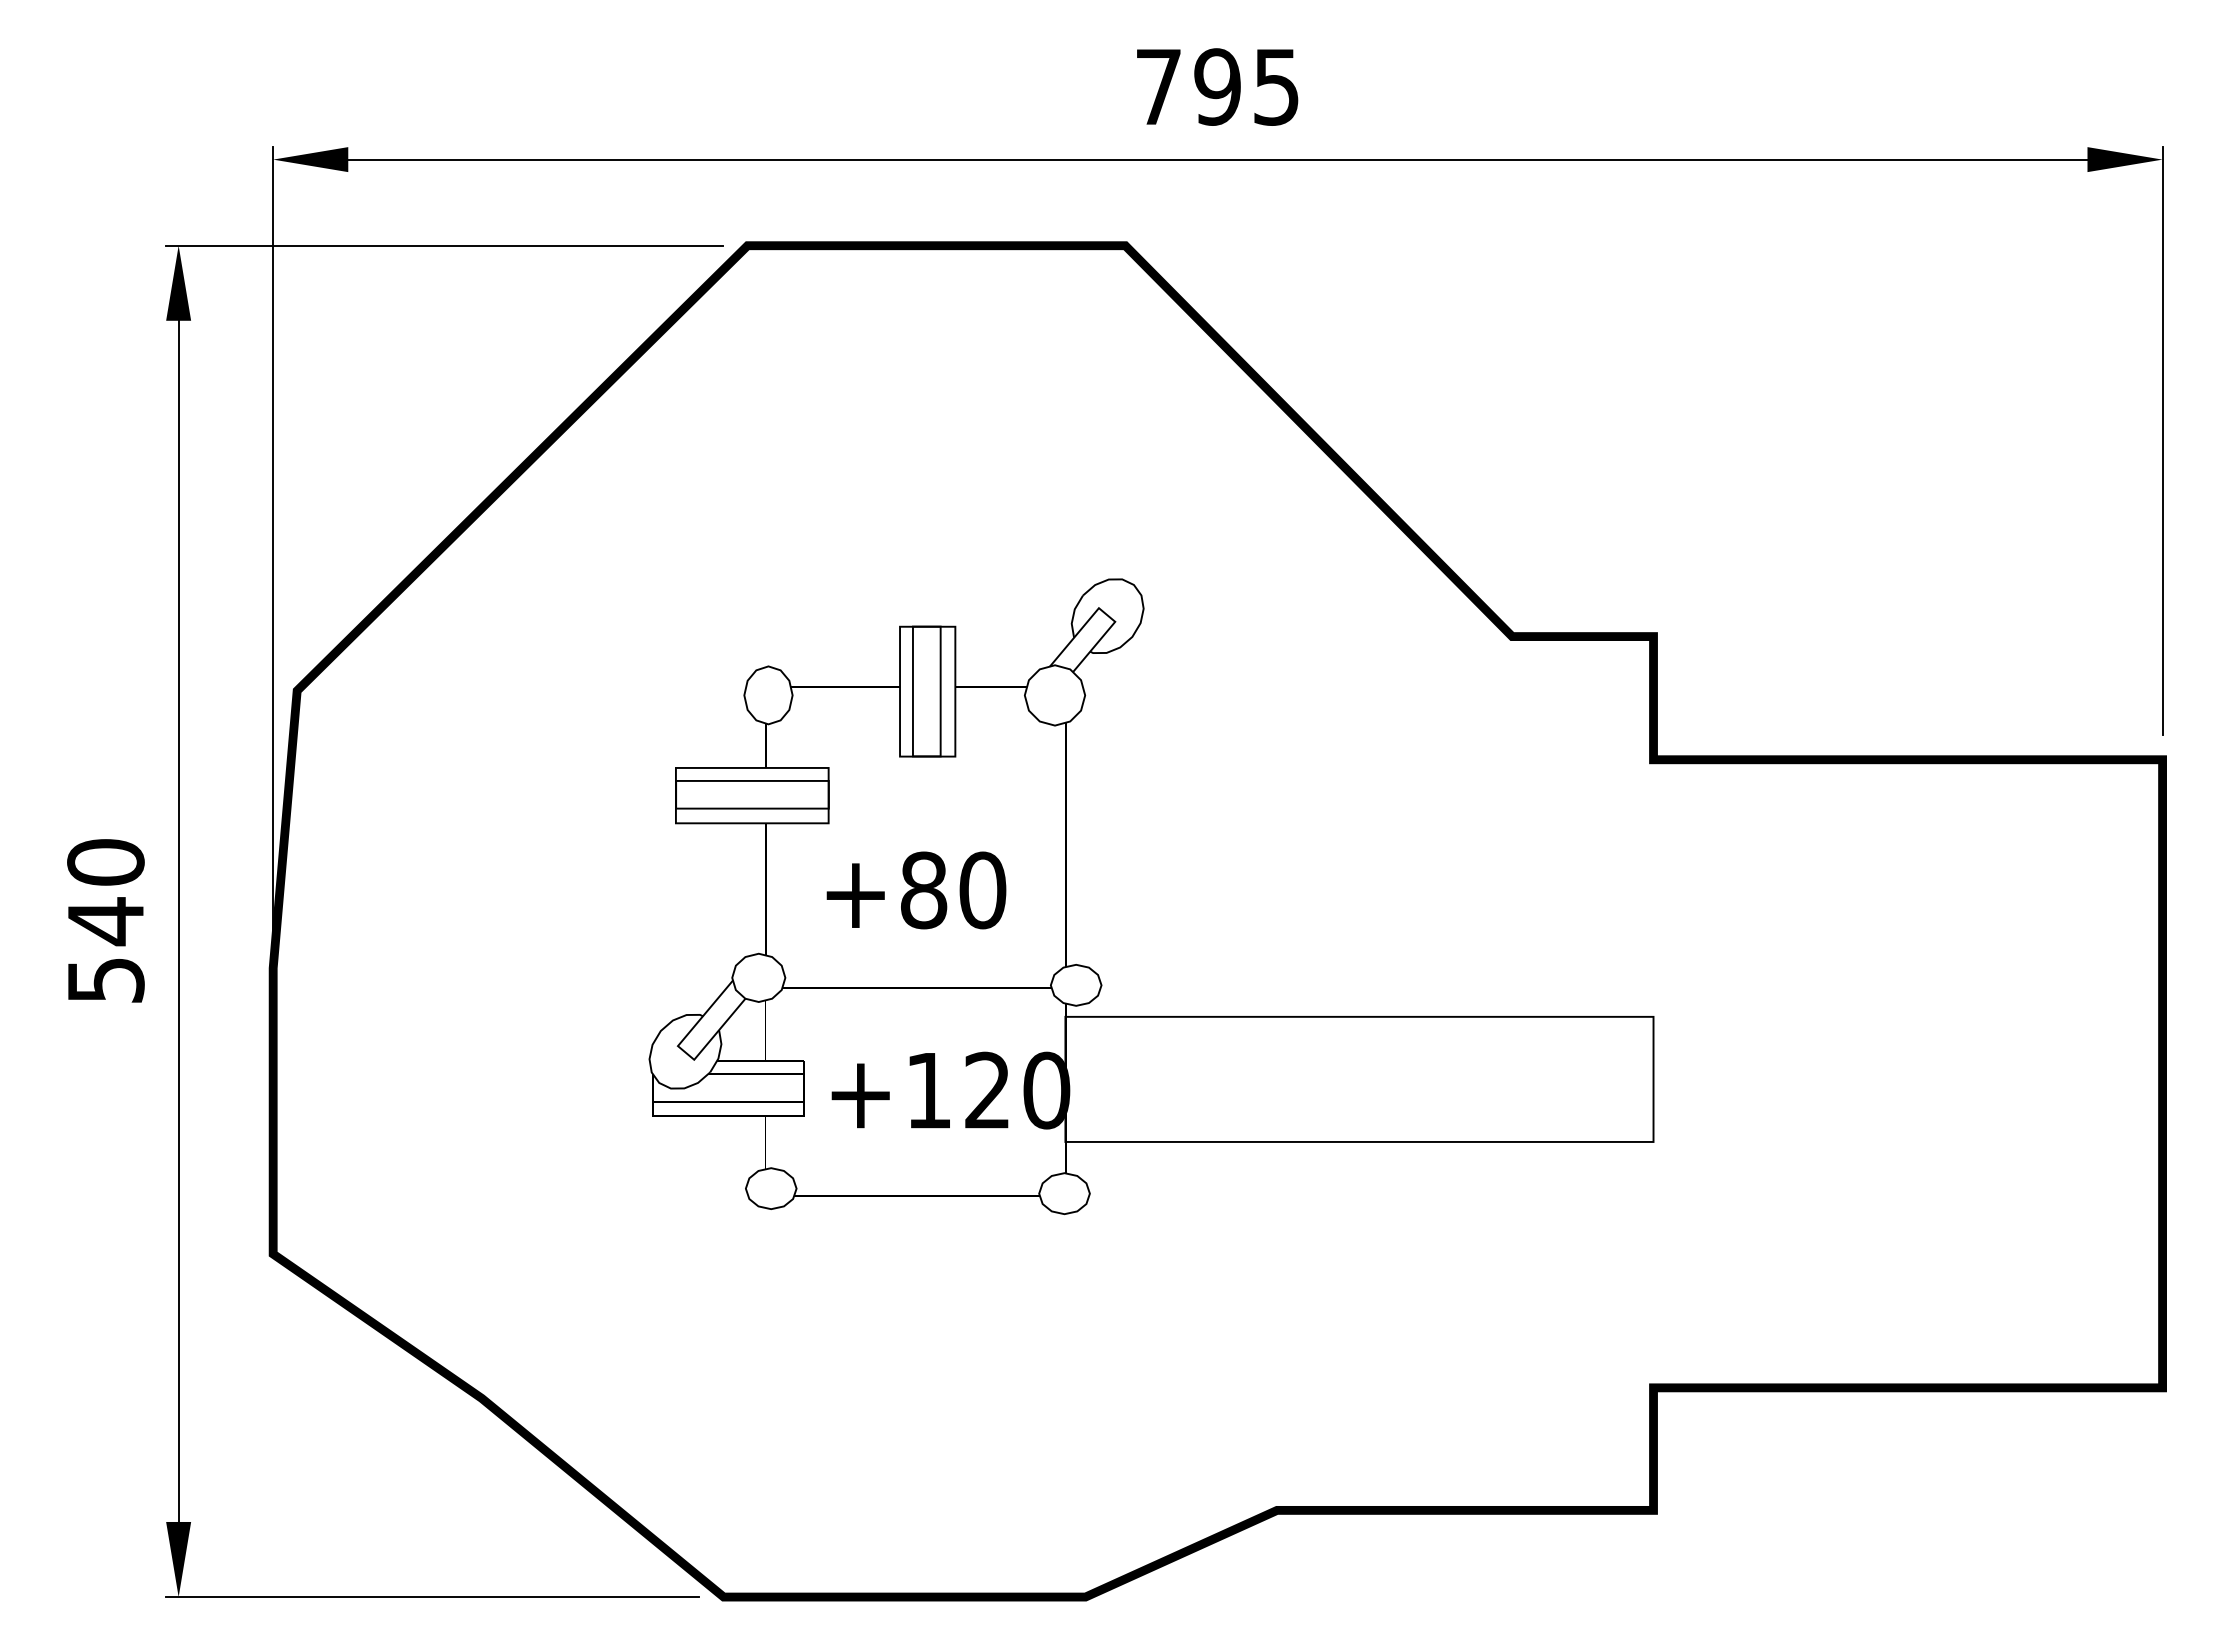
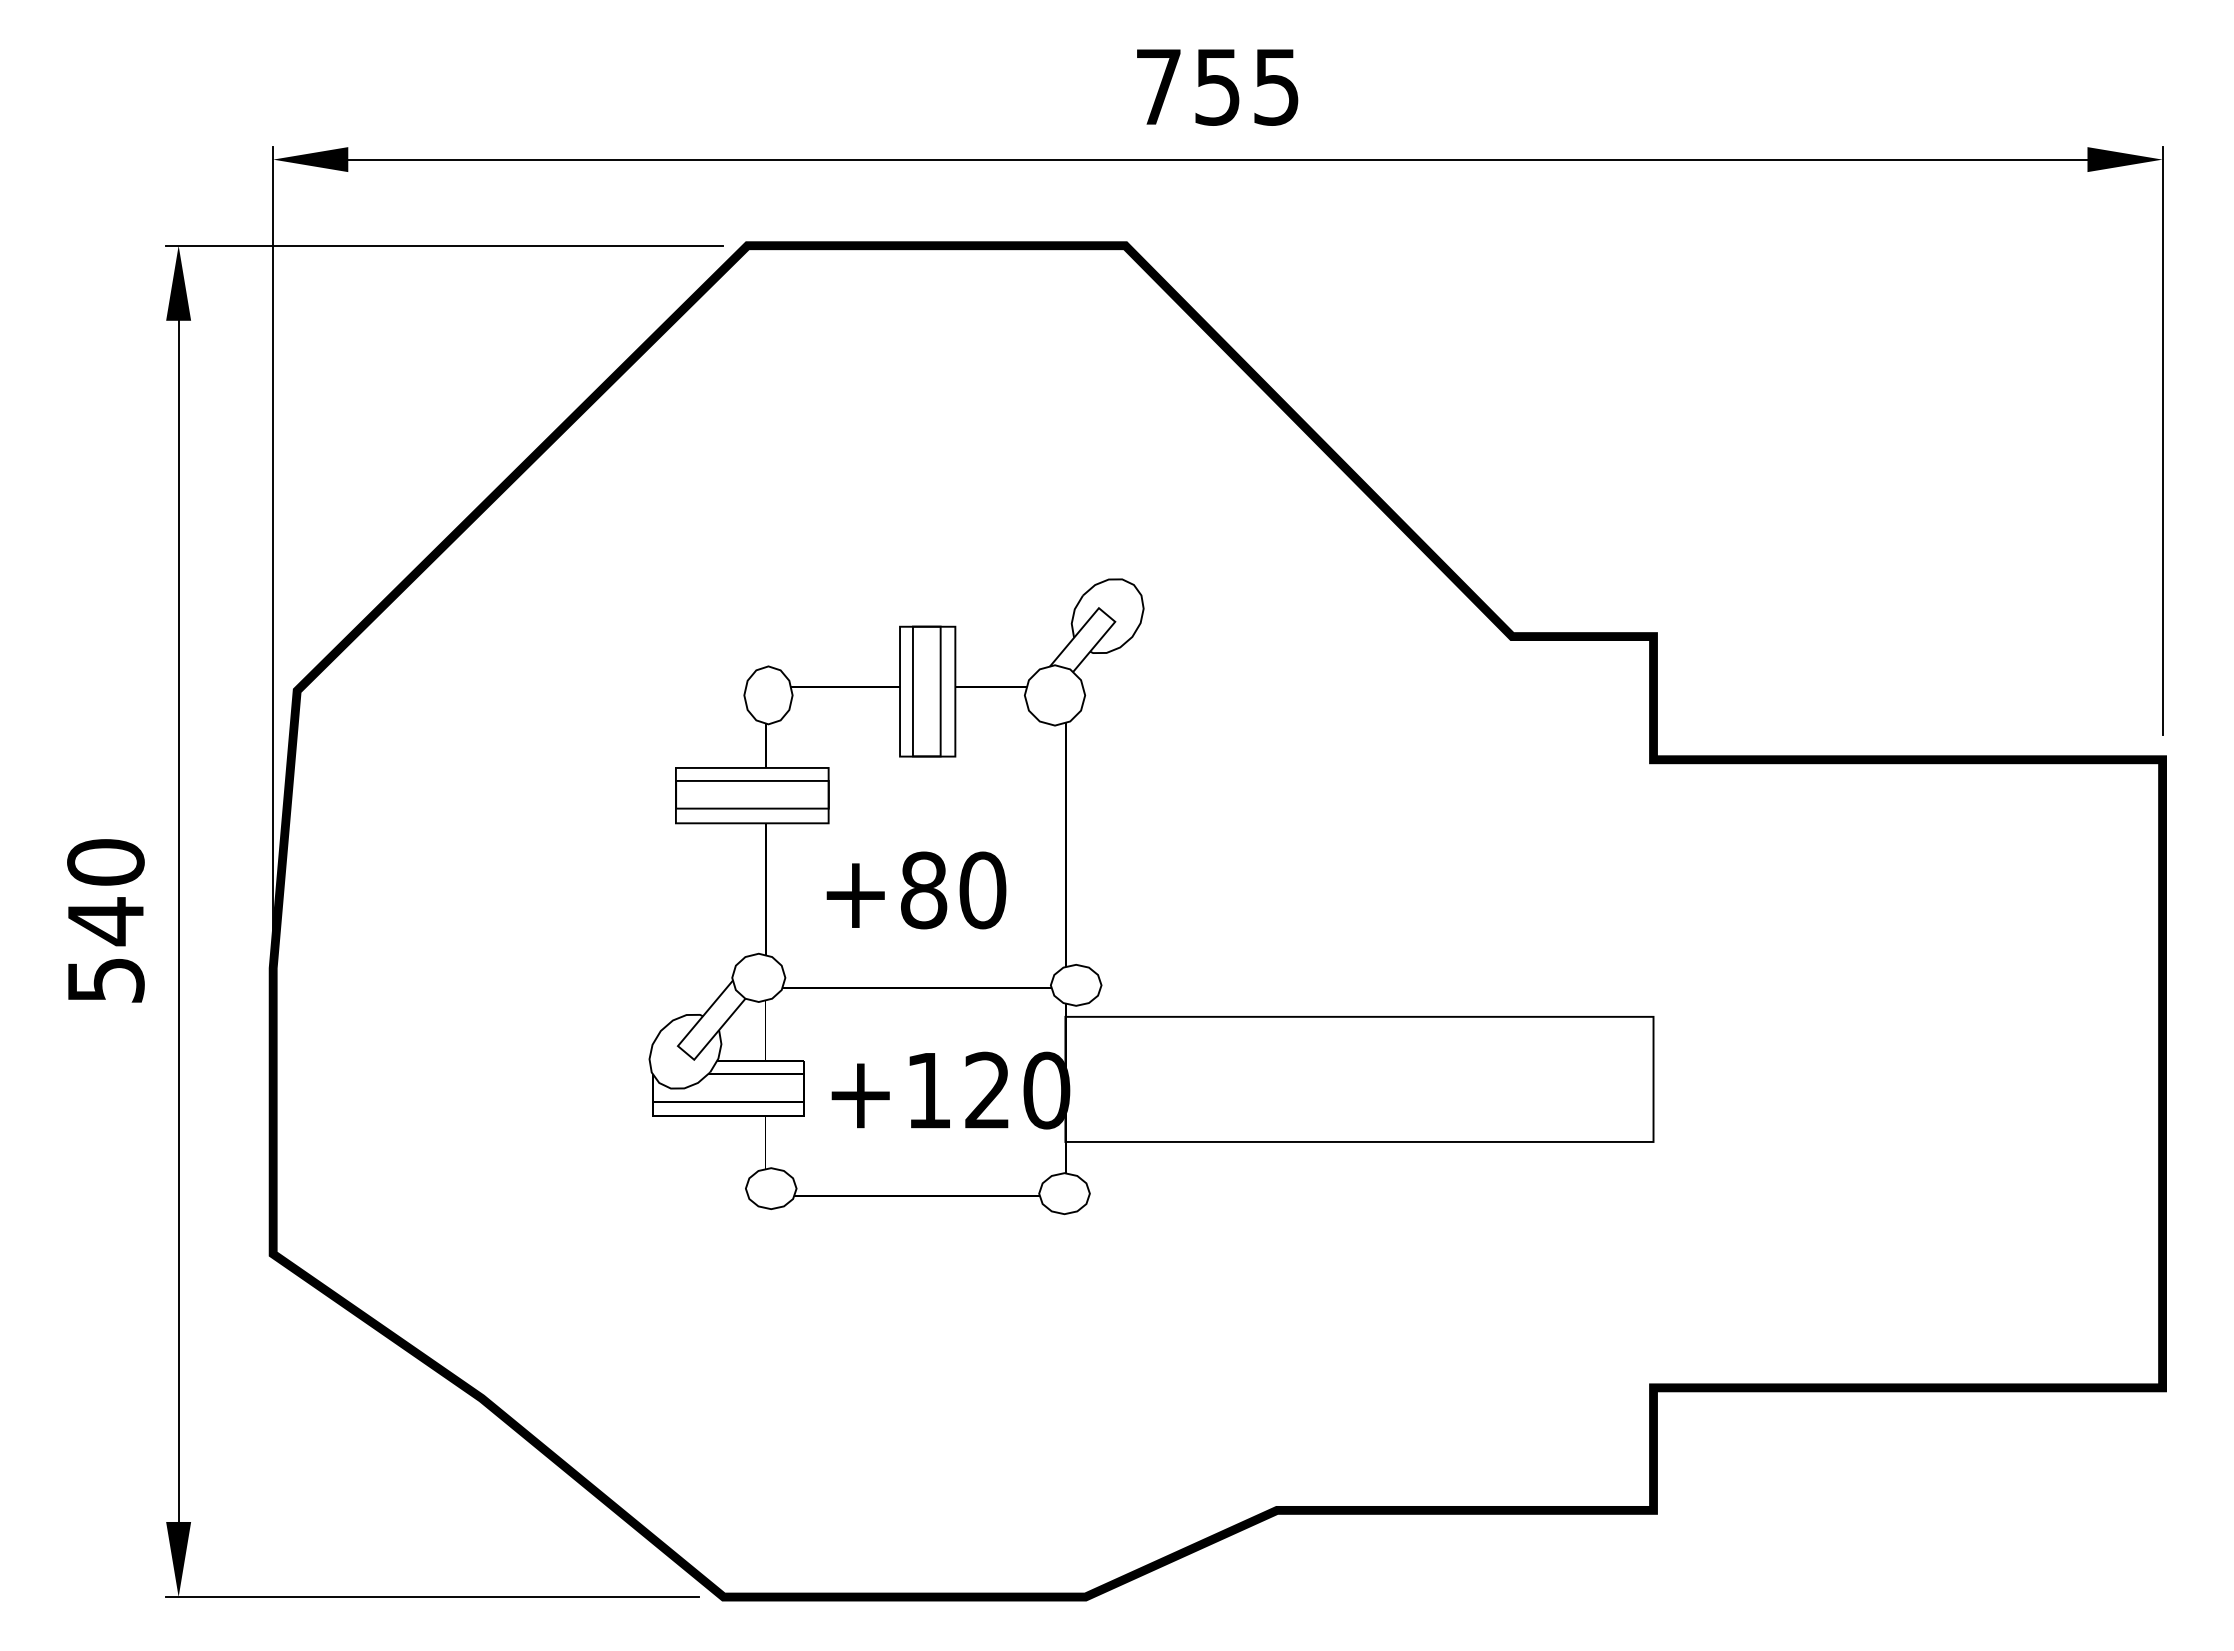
text at (1217, 86): 795 -> 755
